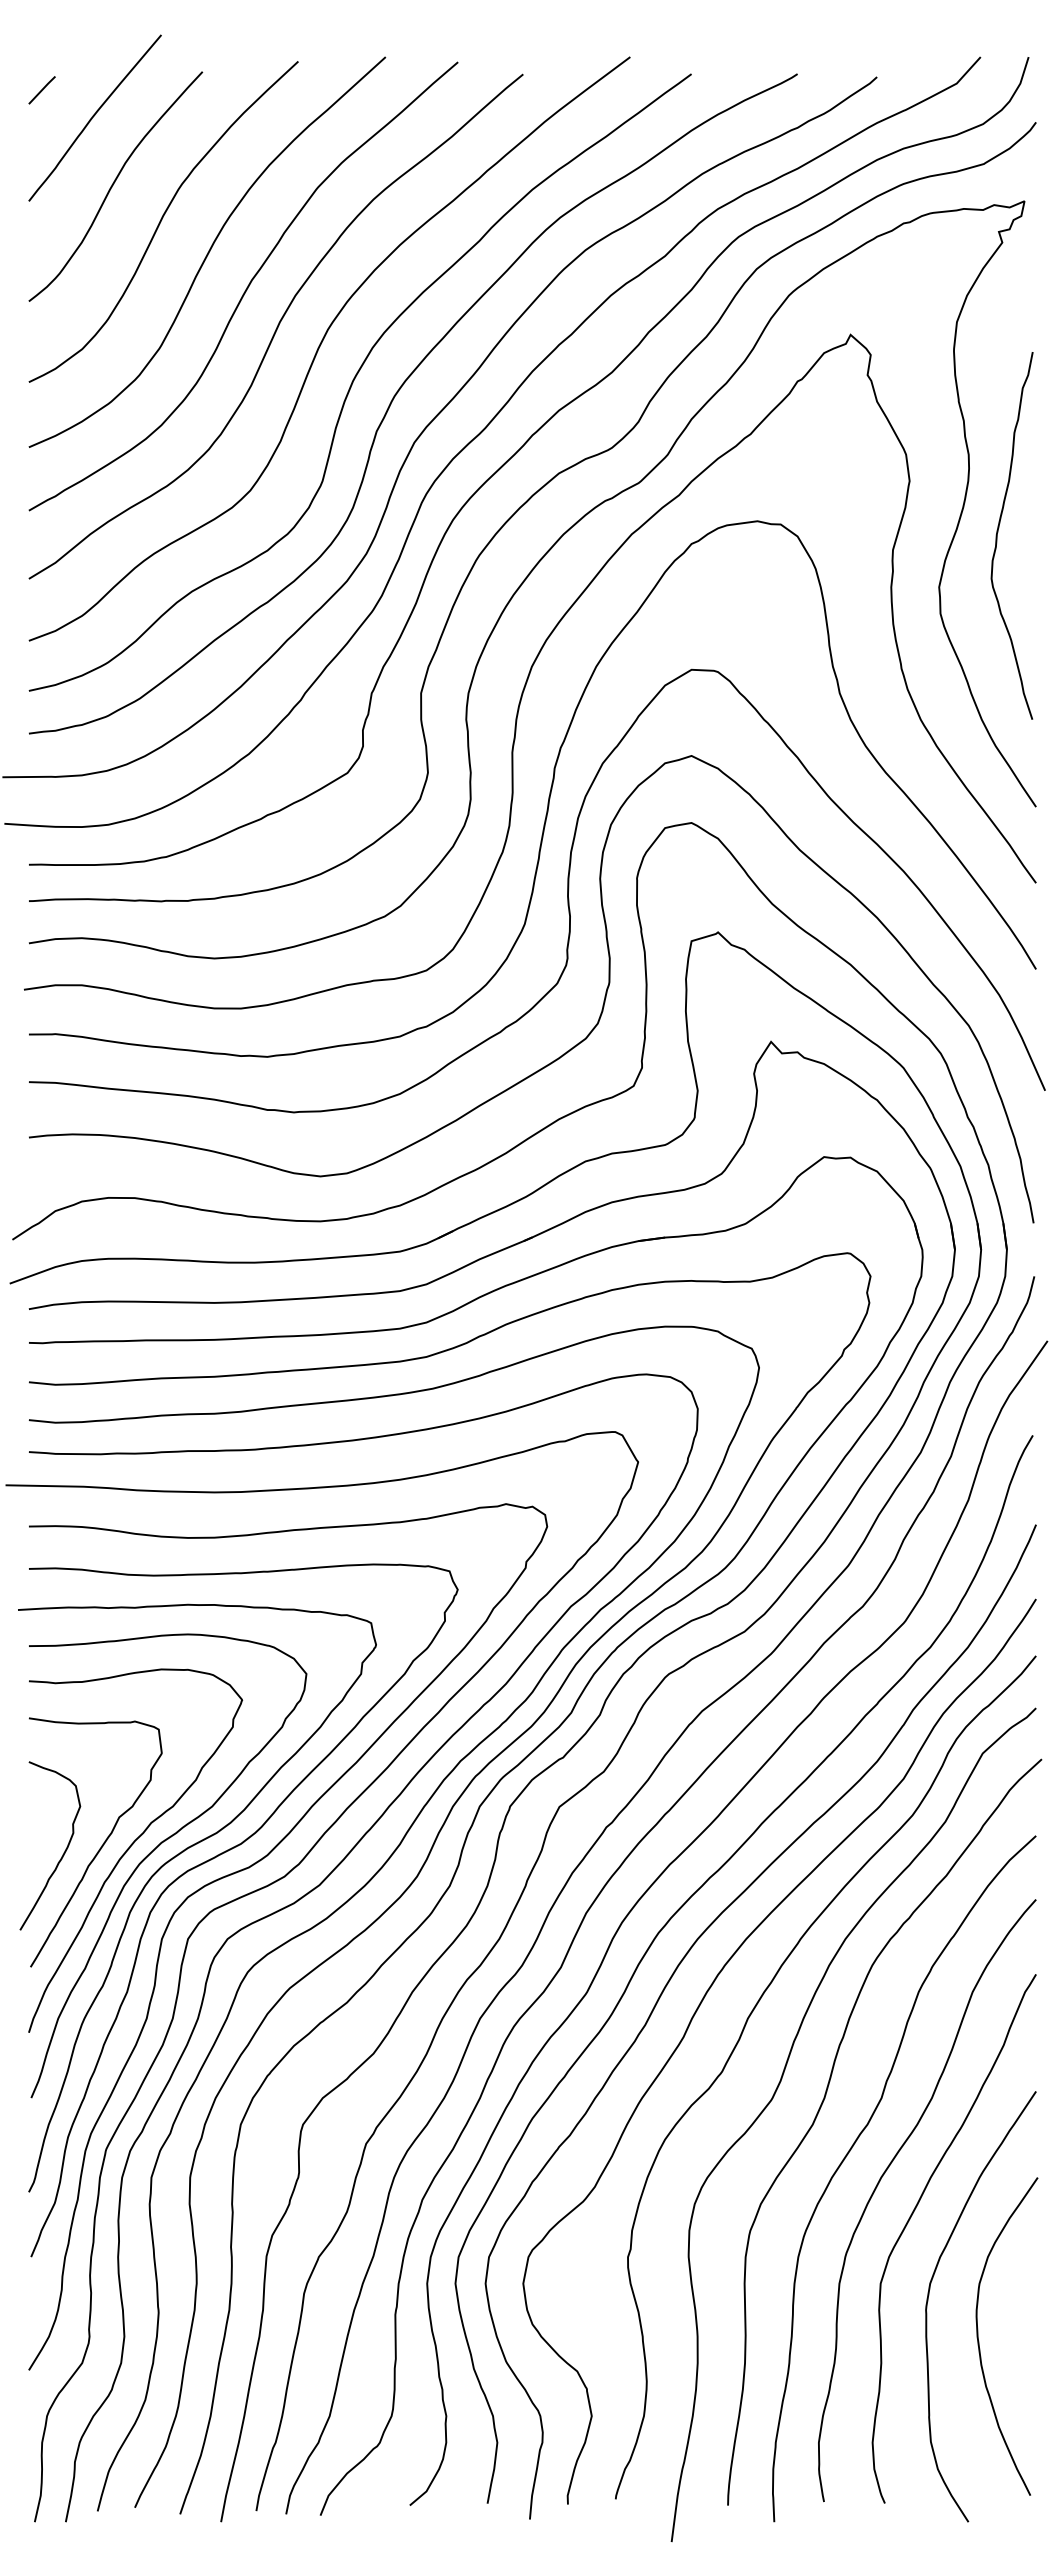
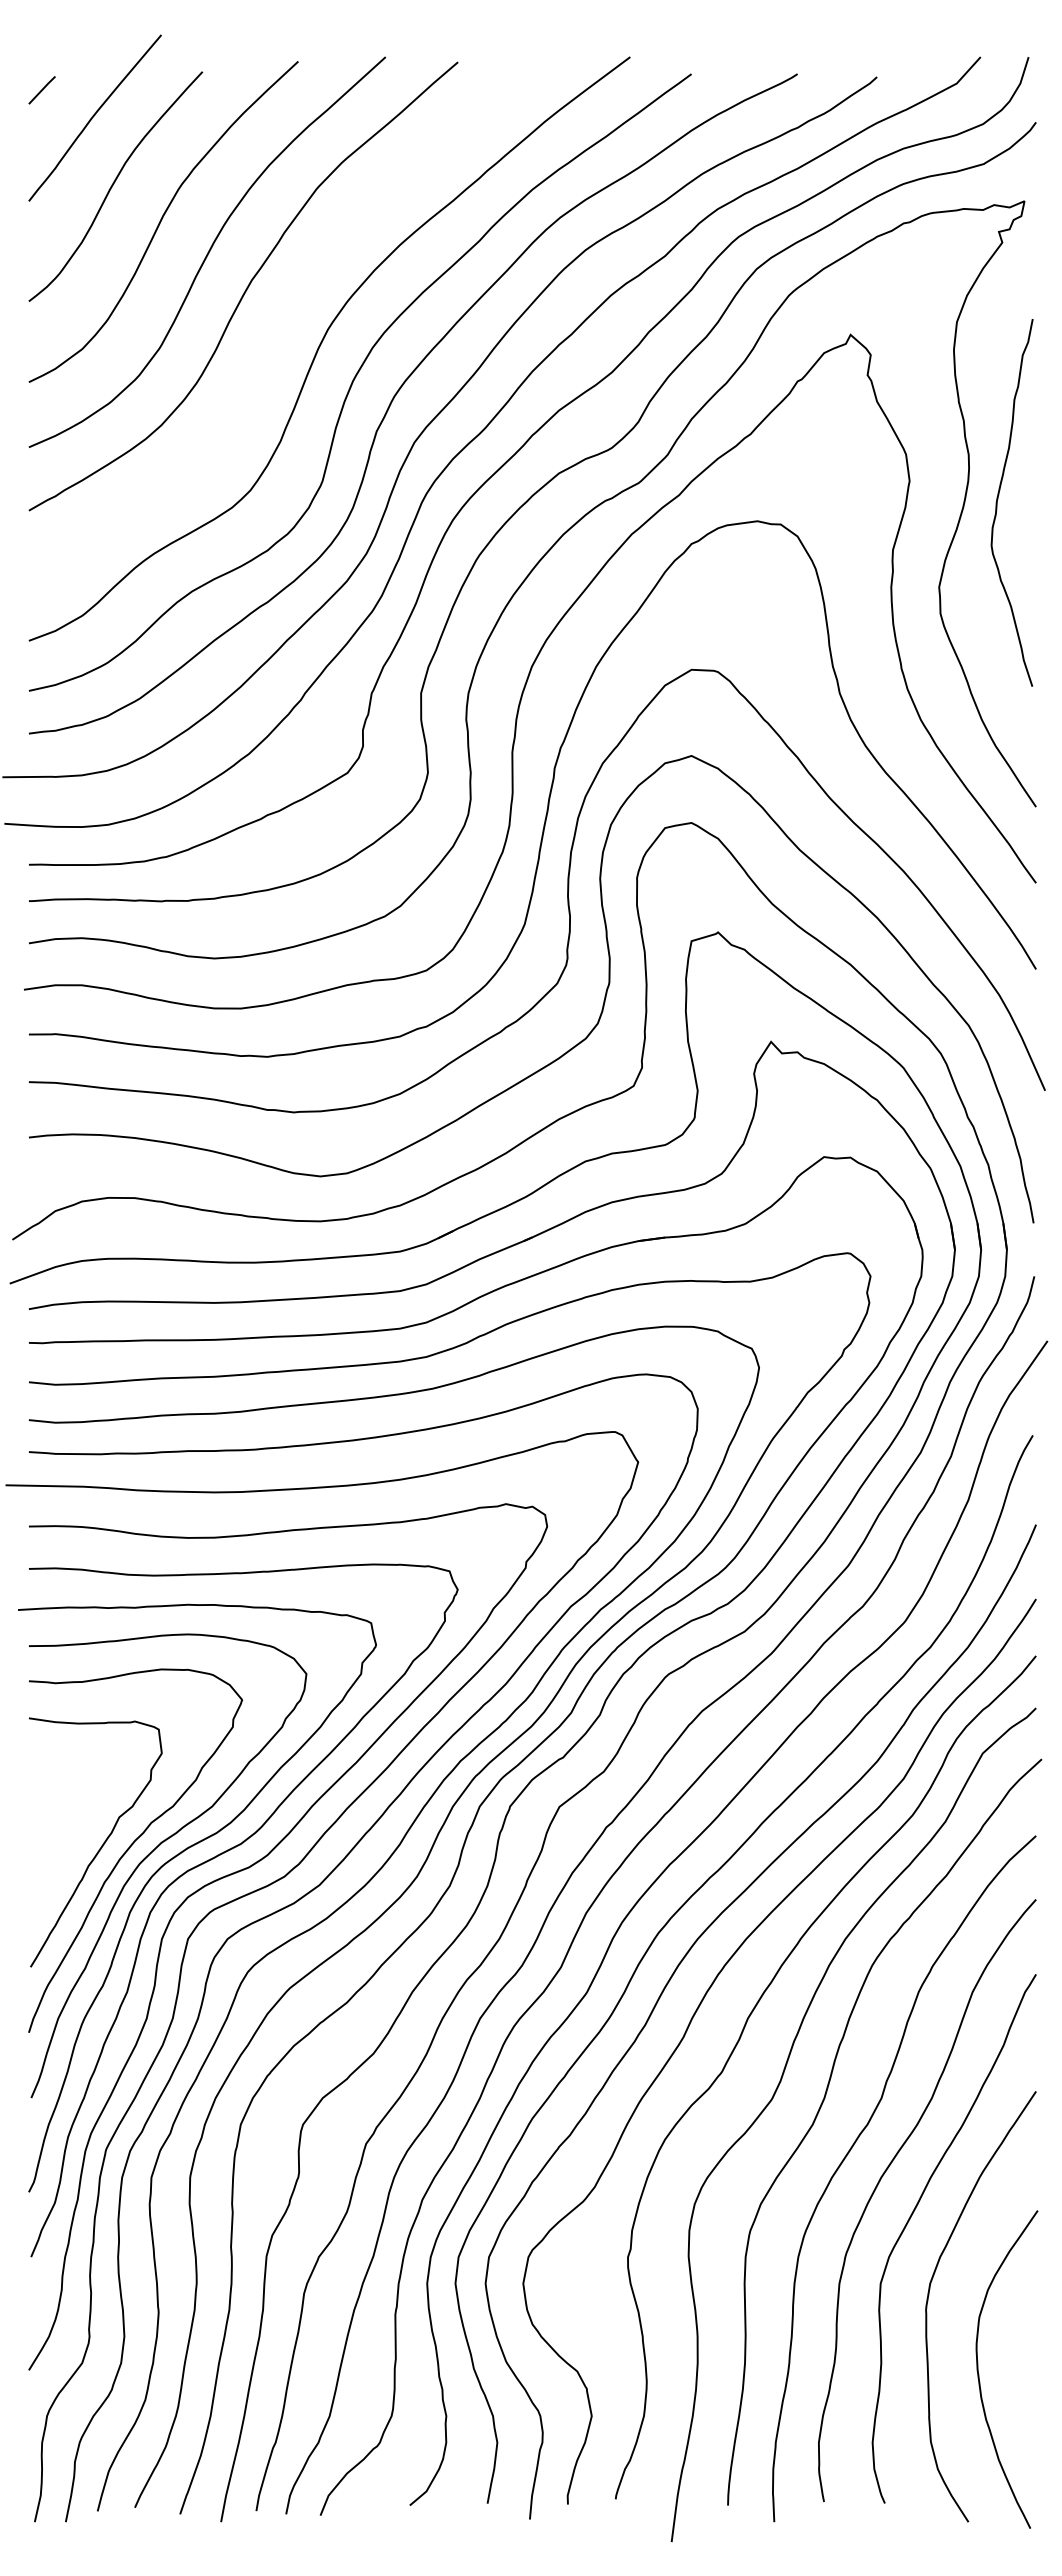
curve at (276, 327): present -> none
curve at (998, 532) position: (998, 532) -> (998, 499)
curve at (63, 1852): present -> none
curve at (979, 2341) position: (979, 2341) -> (979, 2374)
